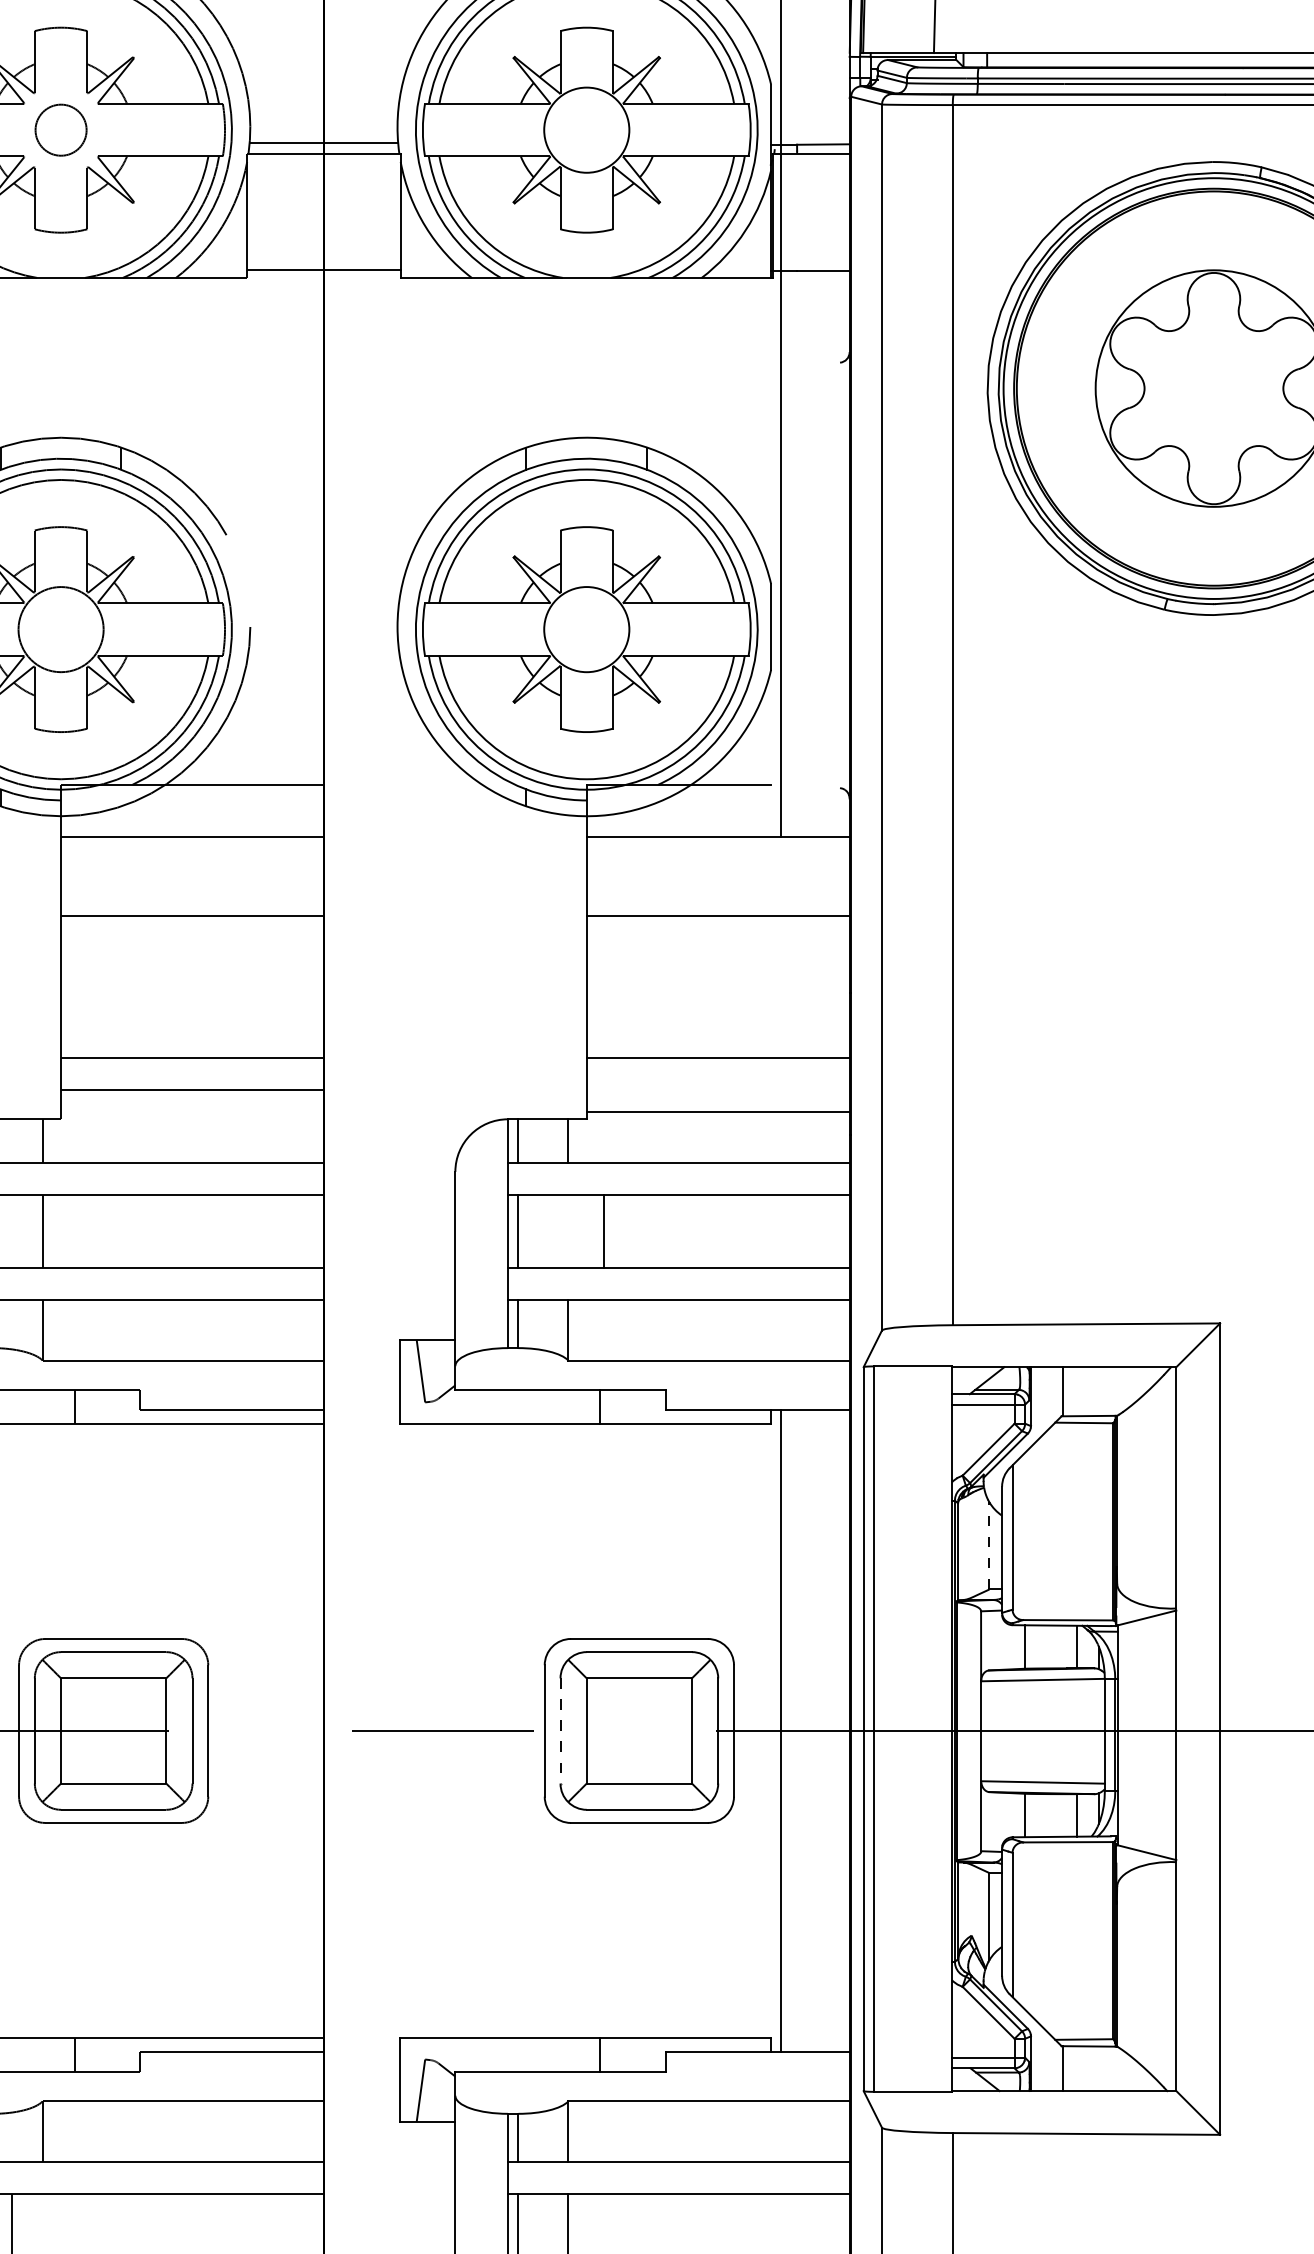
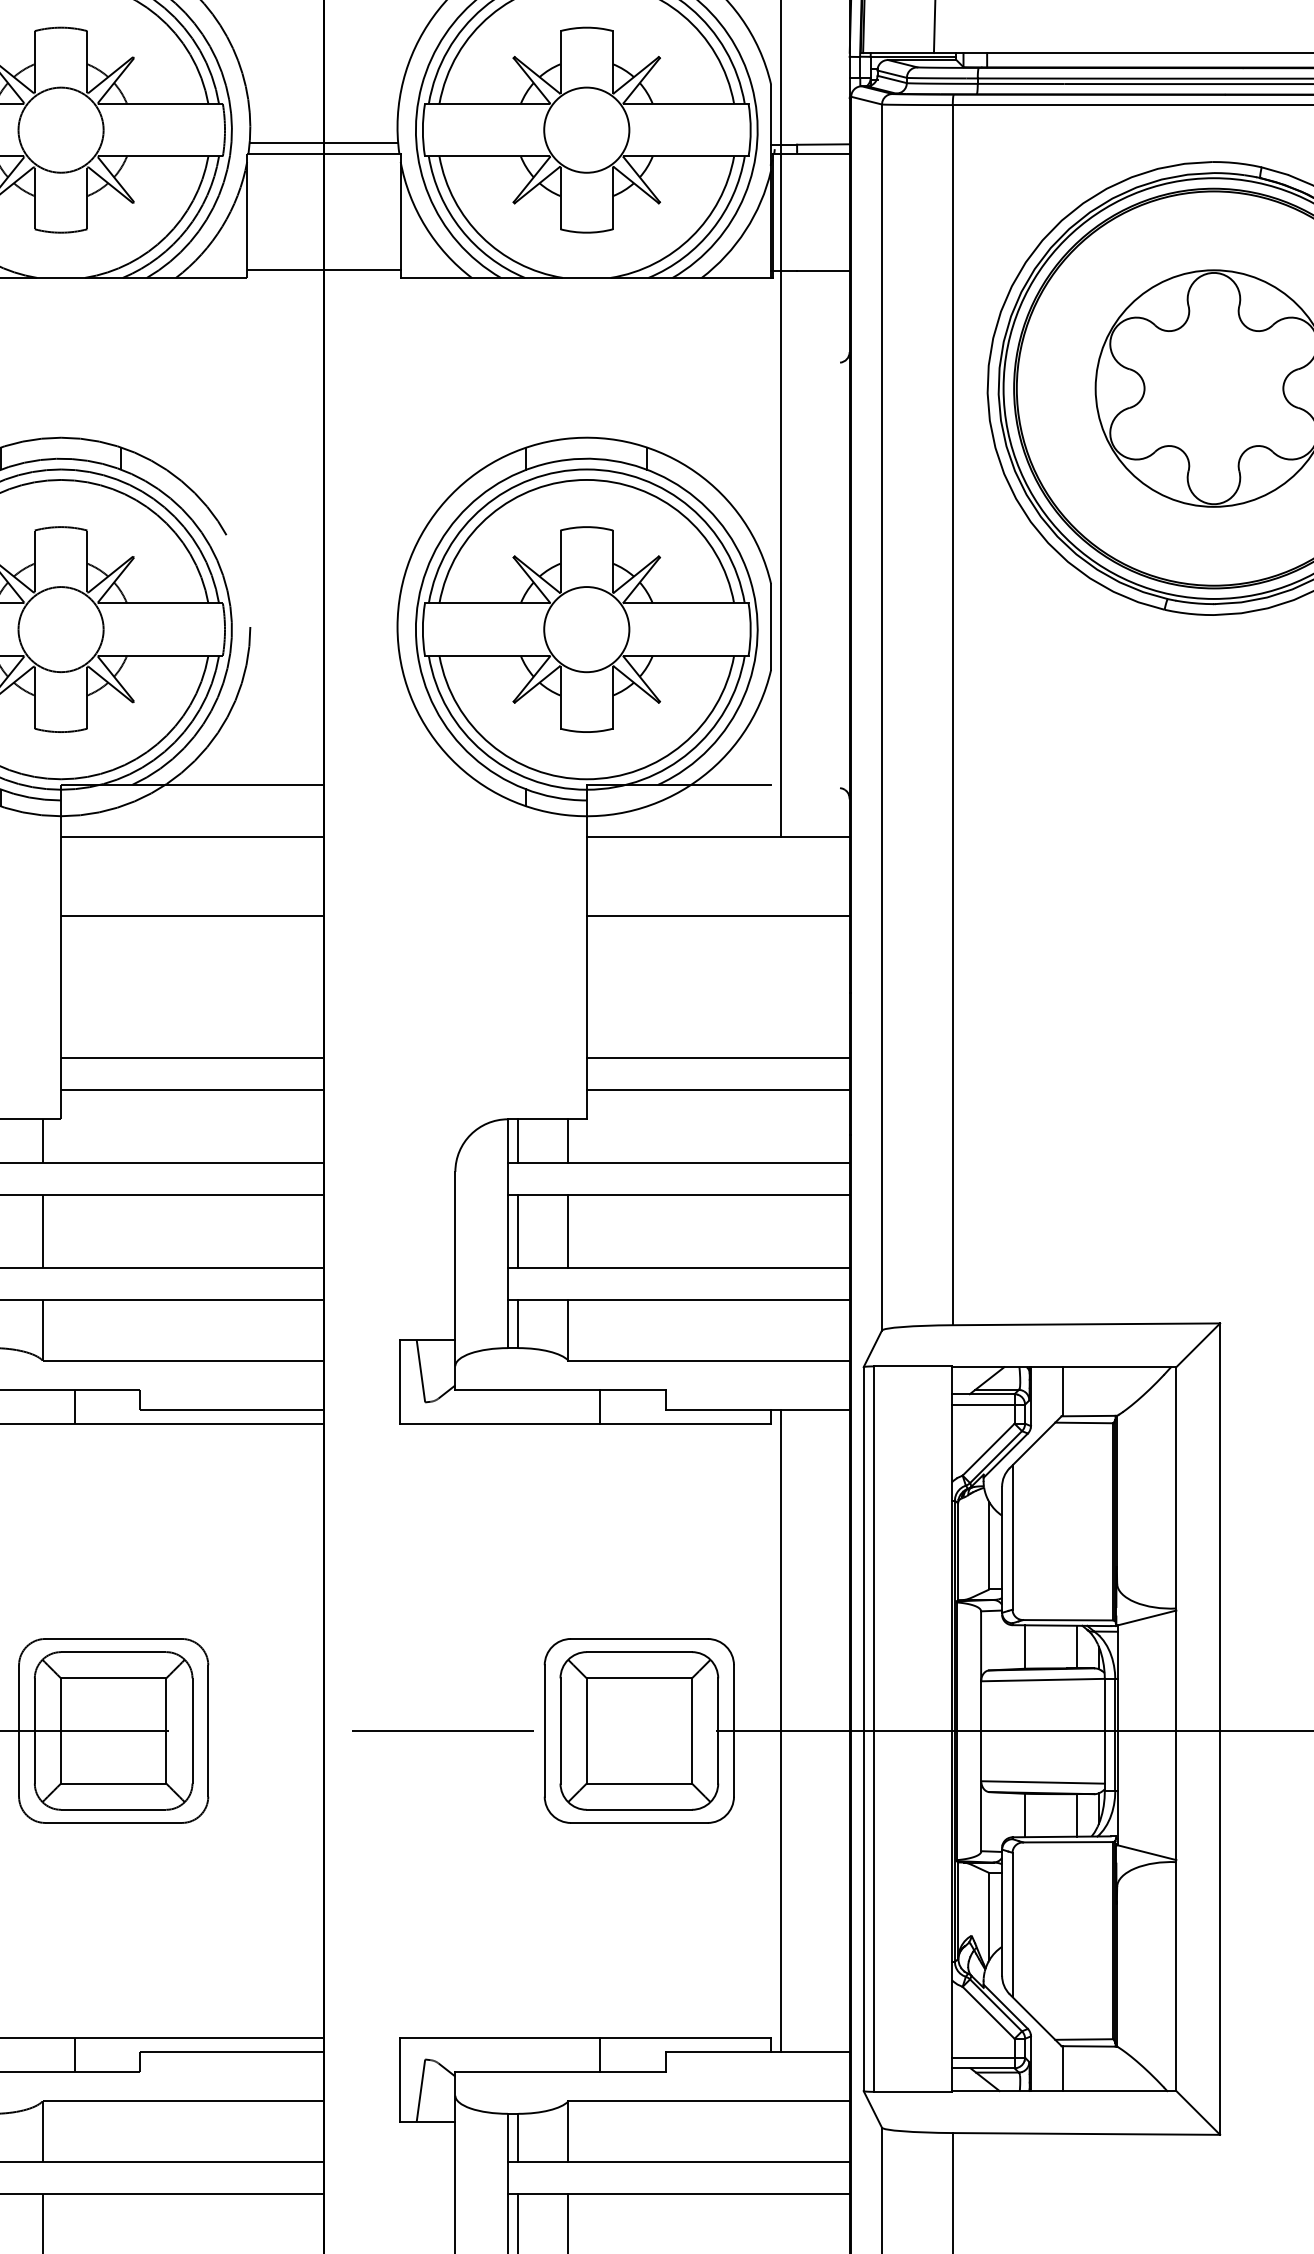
circle at (60, 129) diameter: 51 px -> 85 px
line at (717, 1111) position: (717, 1111) -> (717, 1089)
line at (604, 1231) position: (604, 1231) -> (568, 1231)
line at (989, 1545): dashed -> solid
line at (560, 1730): dashed -> solid
line at (11, 2221) position: (11, 2221) -> (42, 2221)
